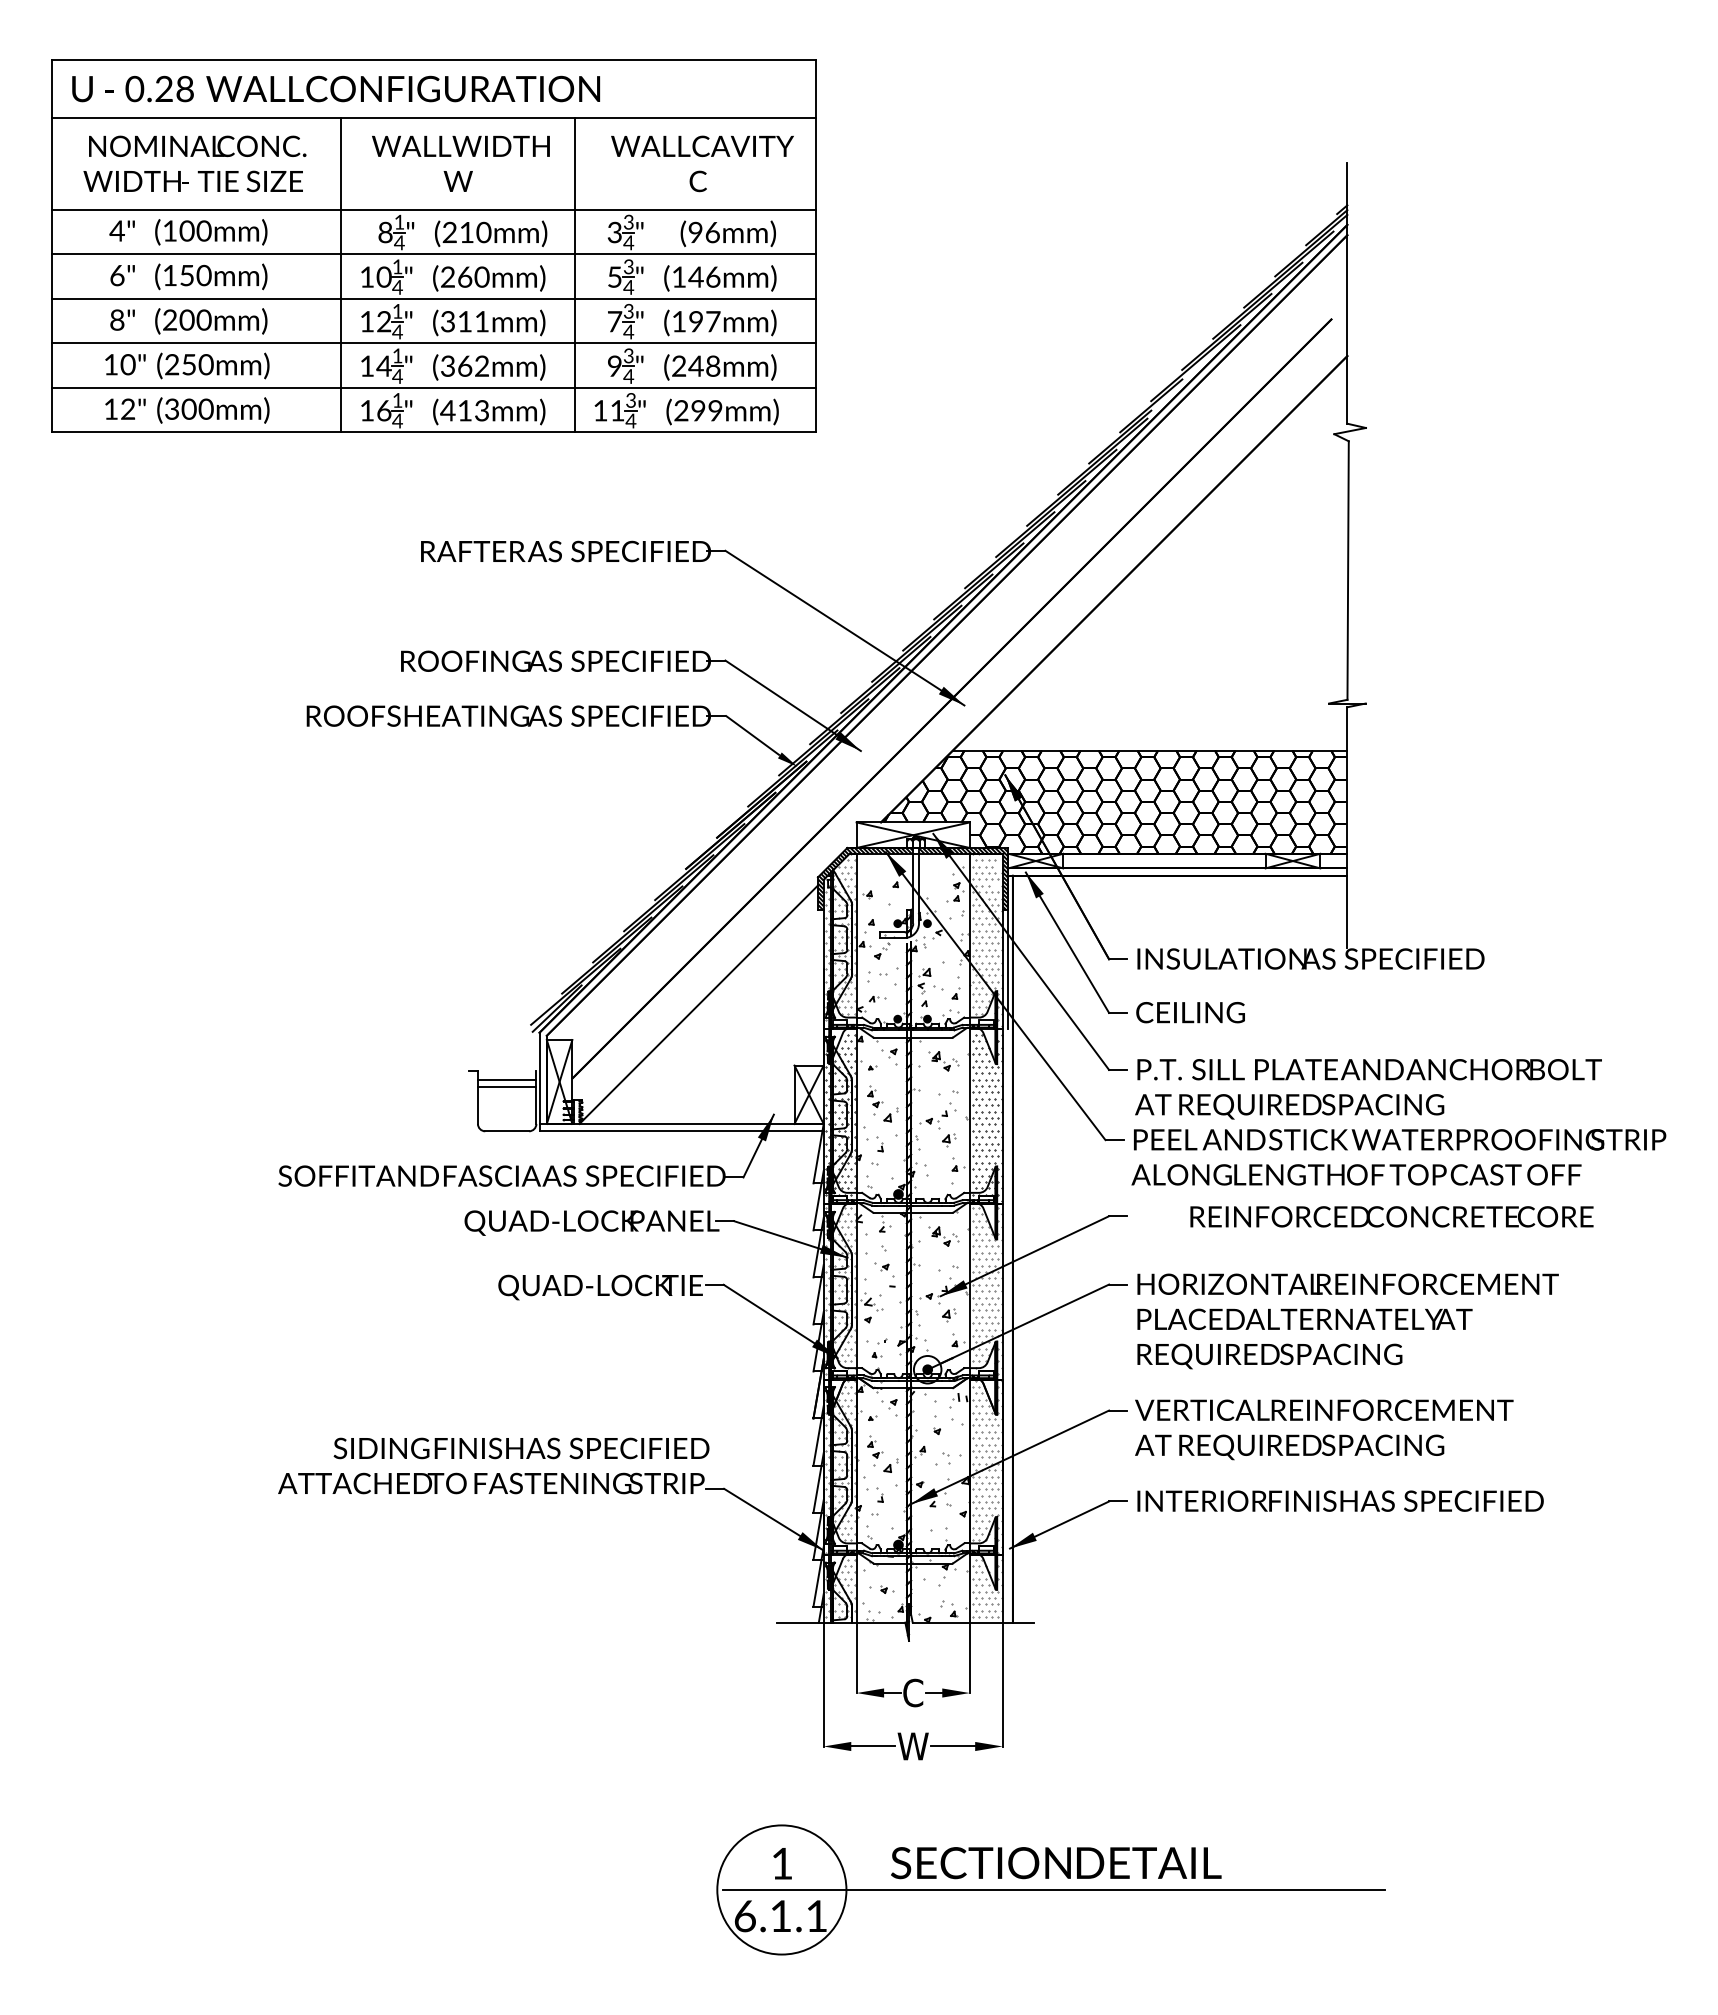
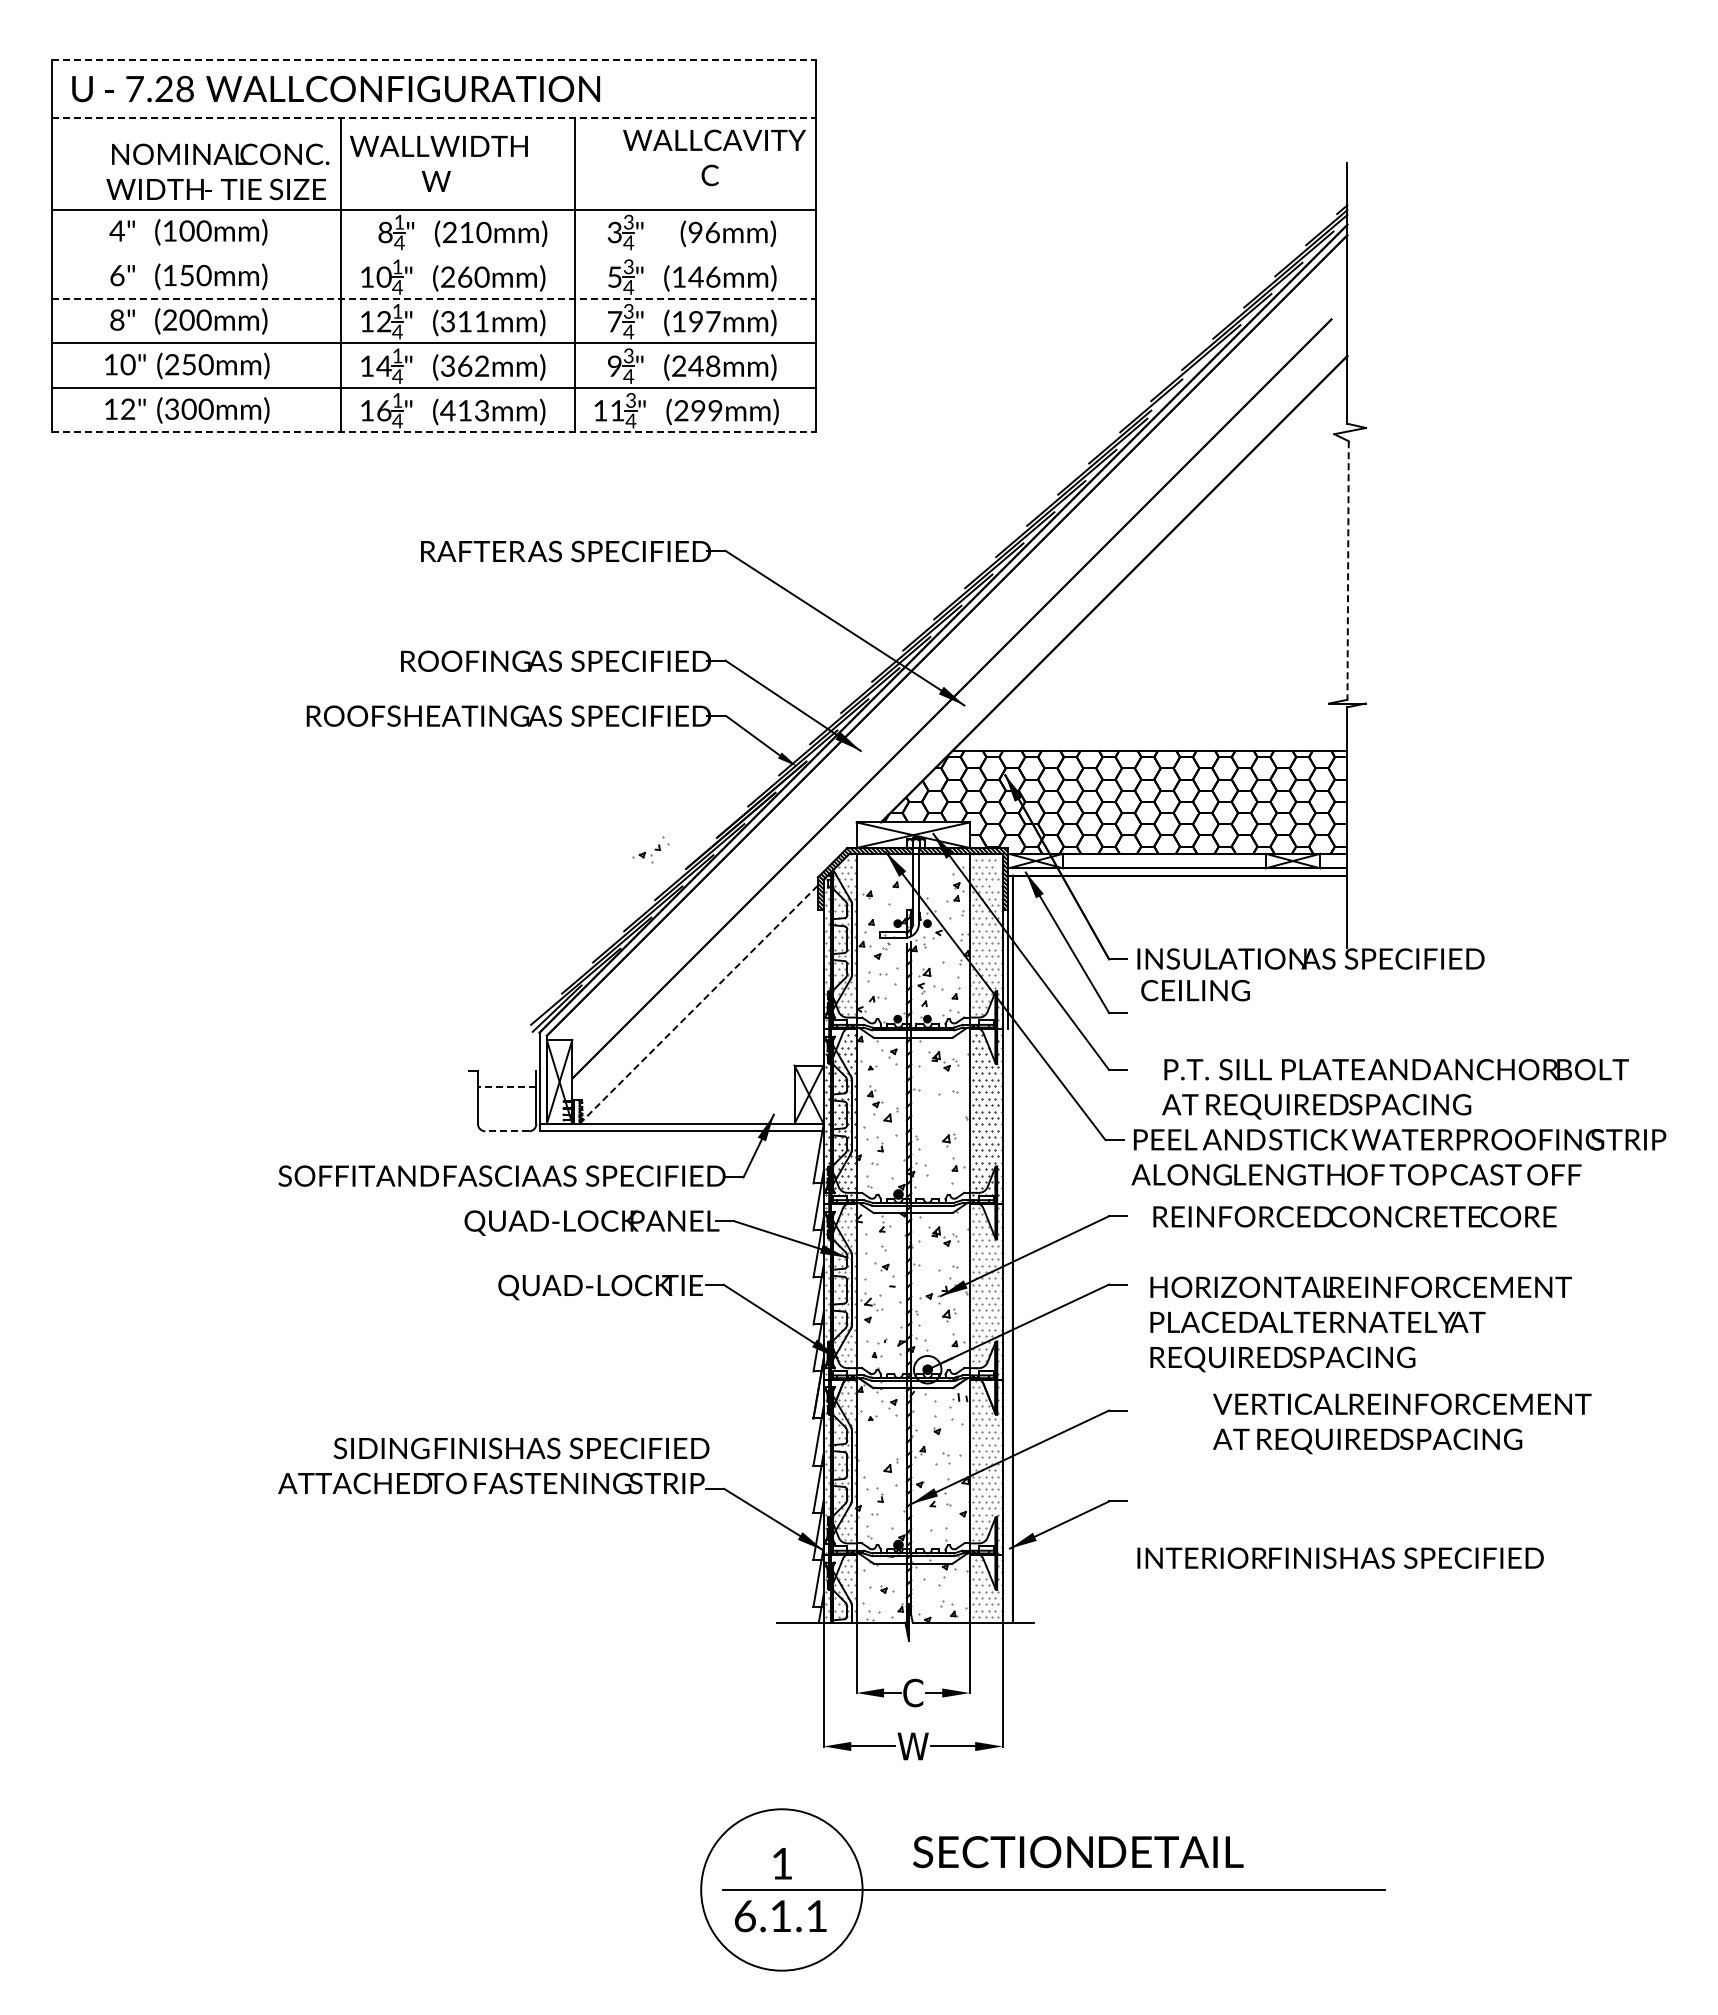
line at (433, 60): solid -> dashed
text at (134, 88): 0.28 -> 7.28
line at (433, 118): solid -> dashed
text at (194, 163) position: (194, 163) -> (217, 171)
text at (460, 163) position: (460, 163) -> (438, 163)
text at (702, 163) position: (702, 163) -> (714, 157)
line at (433, 254): present -> none
line at (433, 298): solid -> dashed
line at (433, 432): solid -> dashed
line at (1348, 571): solid -> dashed
line at (698, 1004): solid -> dashed
text at (1190, 1012) position: (1190, 1012) -> (1195, 990)
line at (506, 1080): present -> none
line at (506, 1087): solid -> dashed
text at (1368, 1089) position: (1368, 1089) -> (1395, 1089)
part at (937, 1115) position: (937, 1115) -> (650, 849)
line at (507, 1131): solid -> dashed
text at (1391, 1216) position: (1391, 1216) -> (1354, 1216)
text at (1347, 1321) position: (1347, 1321) -> (1360, 1324)
text at (1324, 1429) position: (1324, 1429) -> (1402, 1423)
part at (875, 1450): present -> none
text at (1340, 1500) position: (1340, 1500) -> (1340, 1557)
text at (1056, 1863) position: (1056, 1863) -> (1078, 1852)
circle at (781, 1889) diameter: 129 px -> 161 px
